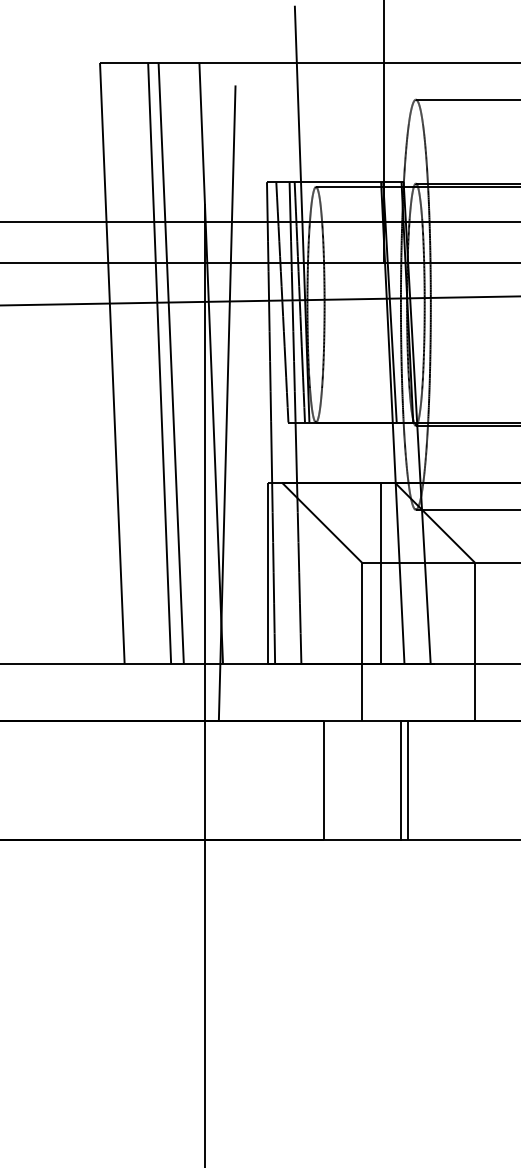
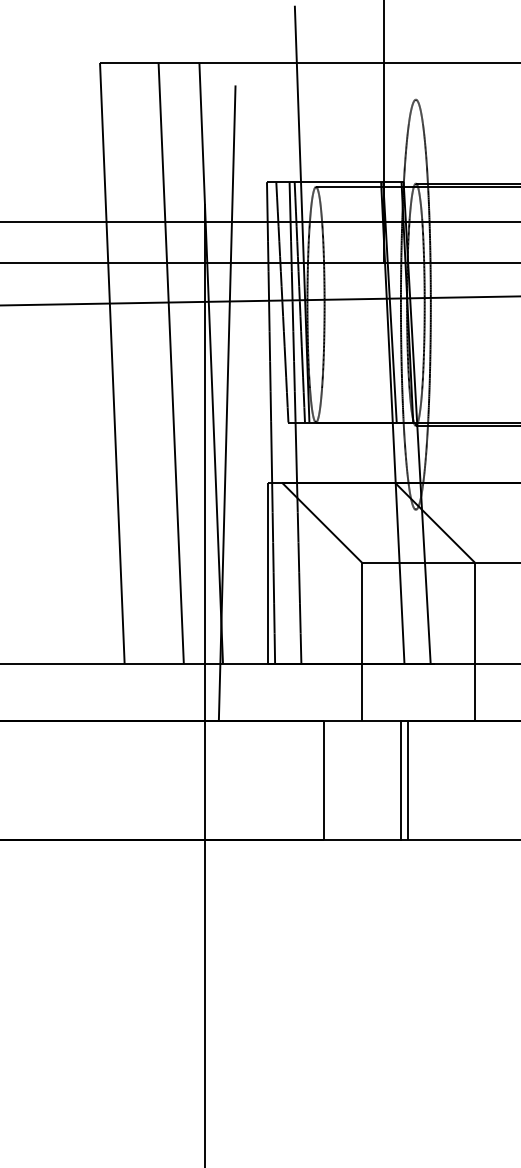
line at (466, 99): present -> none
line at (159, 362): present -> none
line at (466, 509): present -> none
line at (380, 572): present -> none
